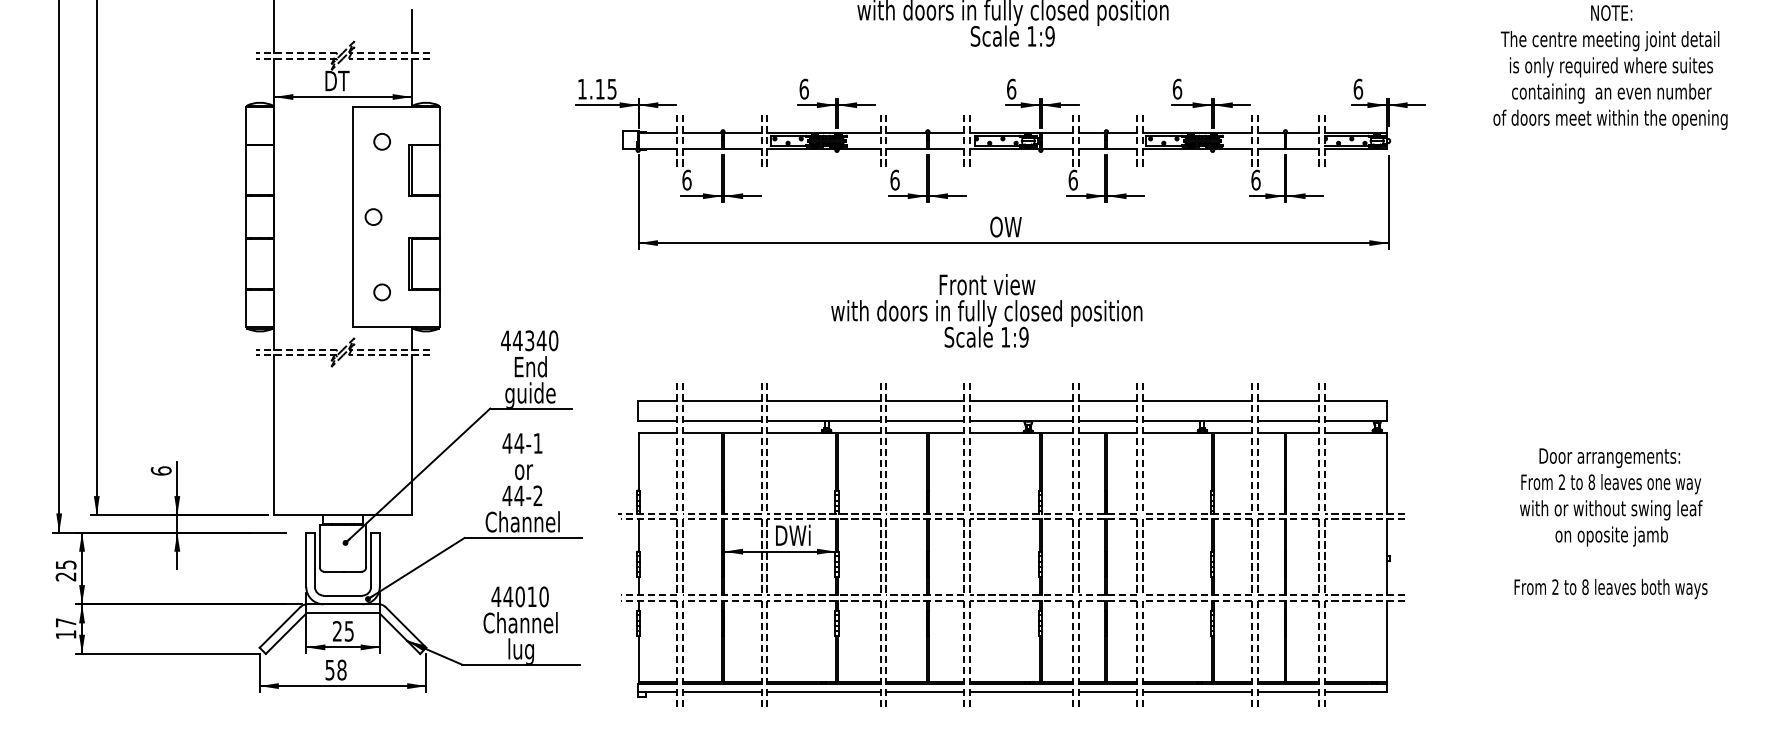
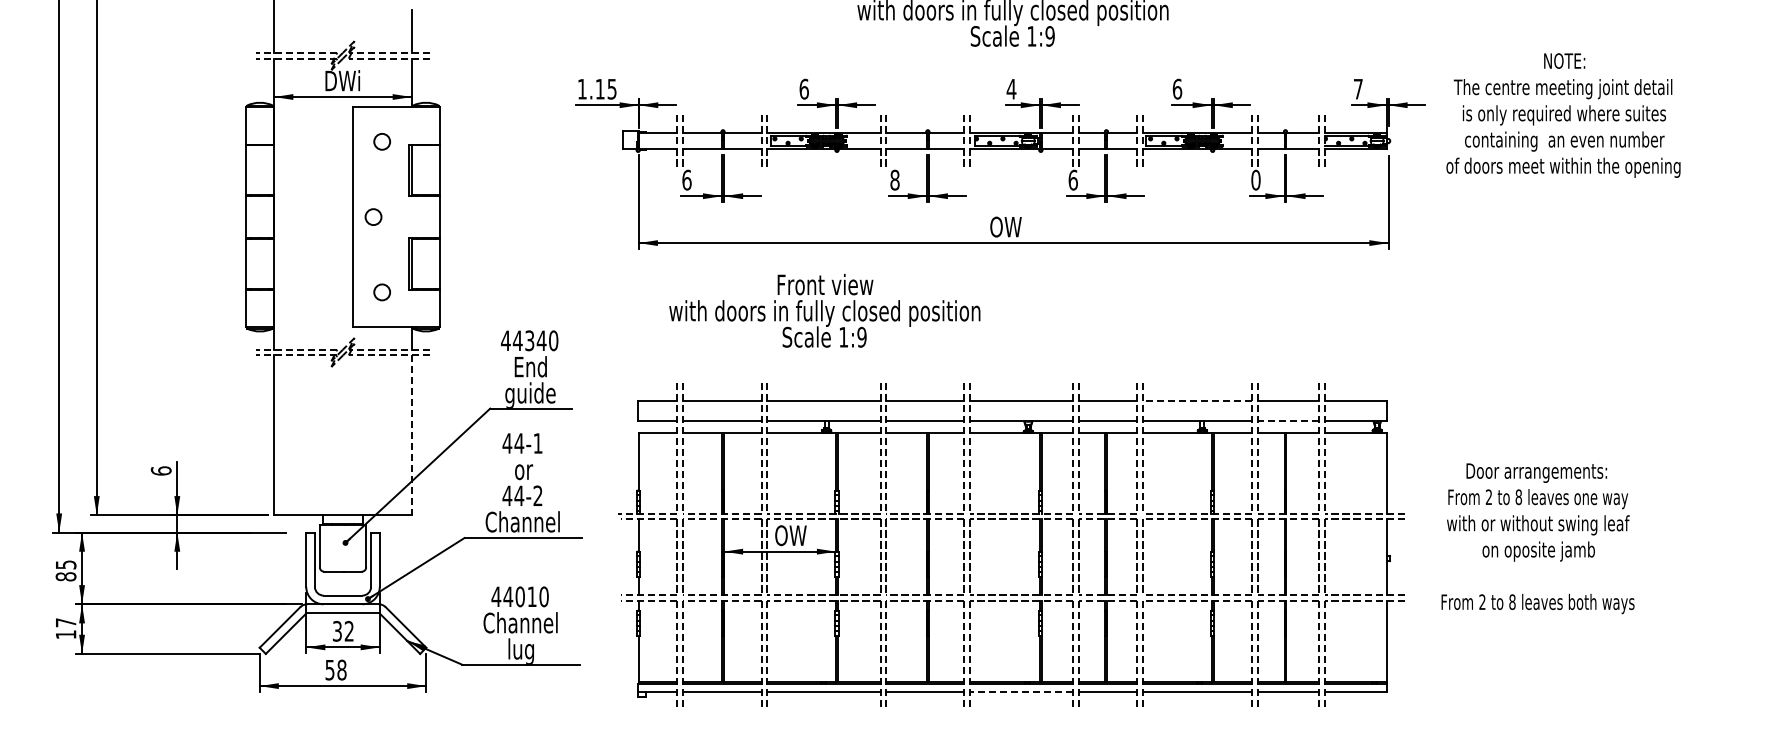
text at (1610, 67) position: (1610, 67) -> (1563, 115)
text at (349, 80): DT -> DWi
text at (1011, 88): 6 -> 4
text at (1358, 88): 6 -> 7
text at (894, 179): 6 -> 8
text at (1255, 179): 6 -> 0
text at (986, 310) position: (986, 310) -> (824, 310)
line at (1197, 400): solid -> dashed
line at (1288, 421): solid -> dashed
line at (411, 435): solid -> dashed
text at (1610, 523) position: (1610, 523) -> (1537, 538)
text at (792, 535): DWi -> OW
text at (65, 576): 25 -> 85
text at (343, 630): 25 -> 32
line at (1021, 691): solid -> dashed
